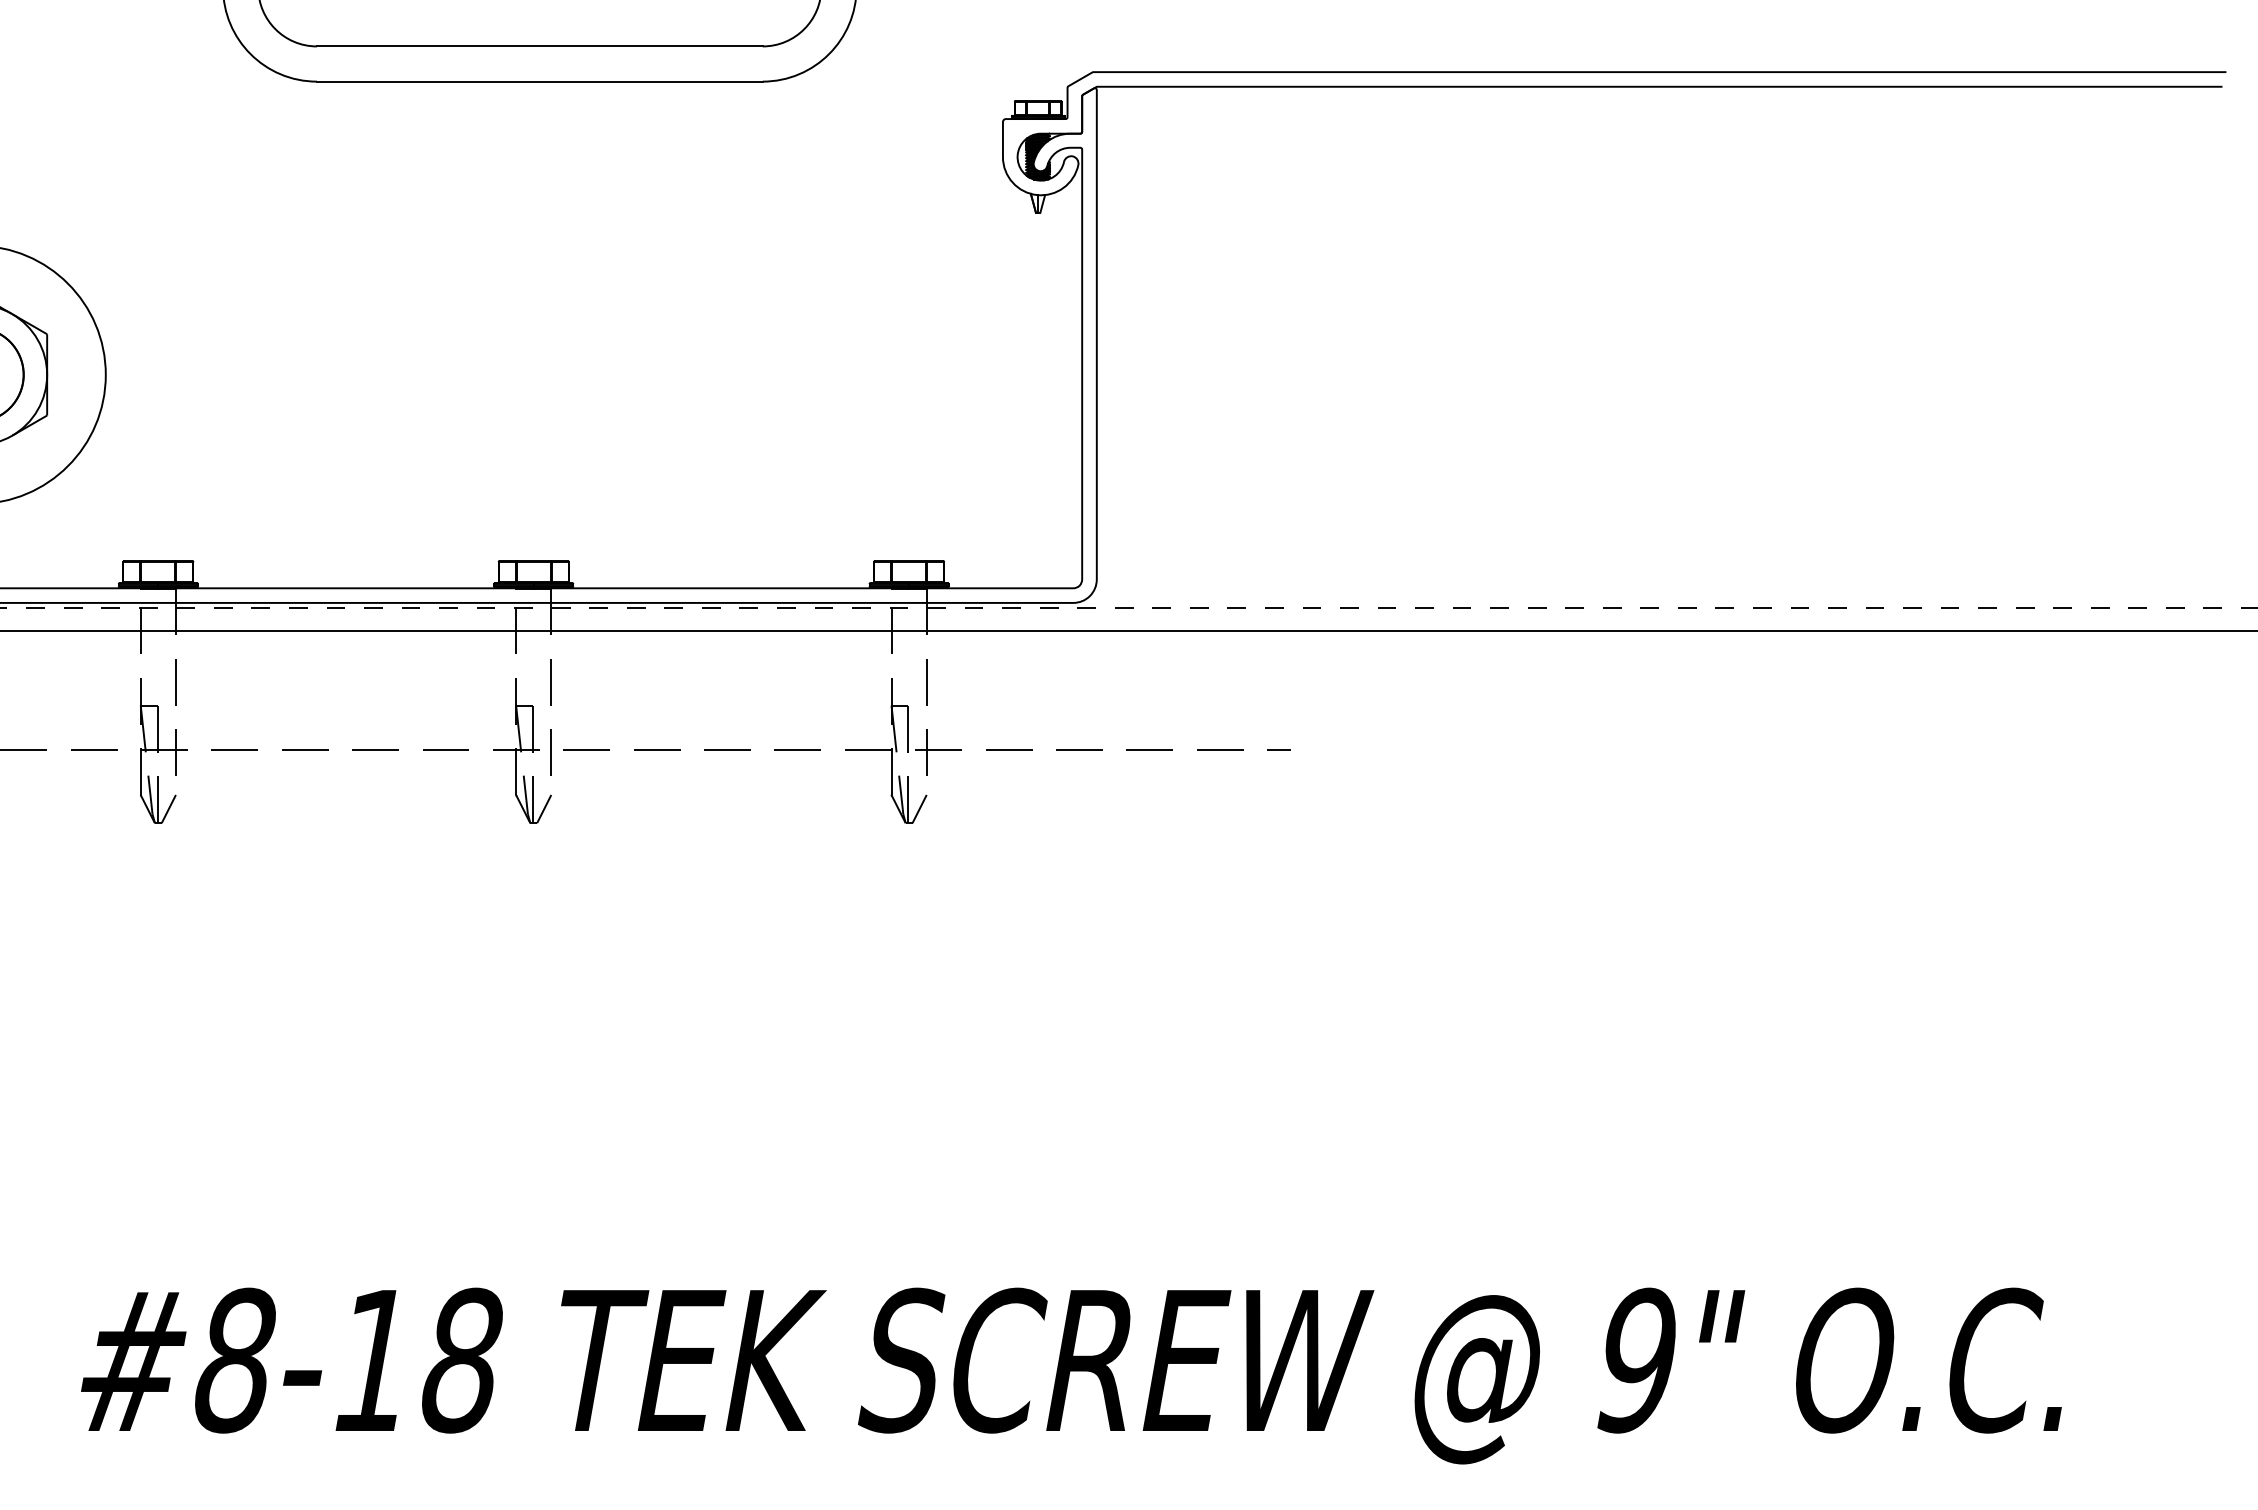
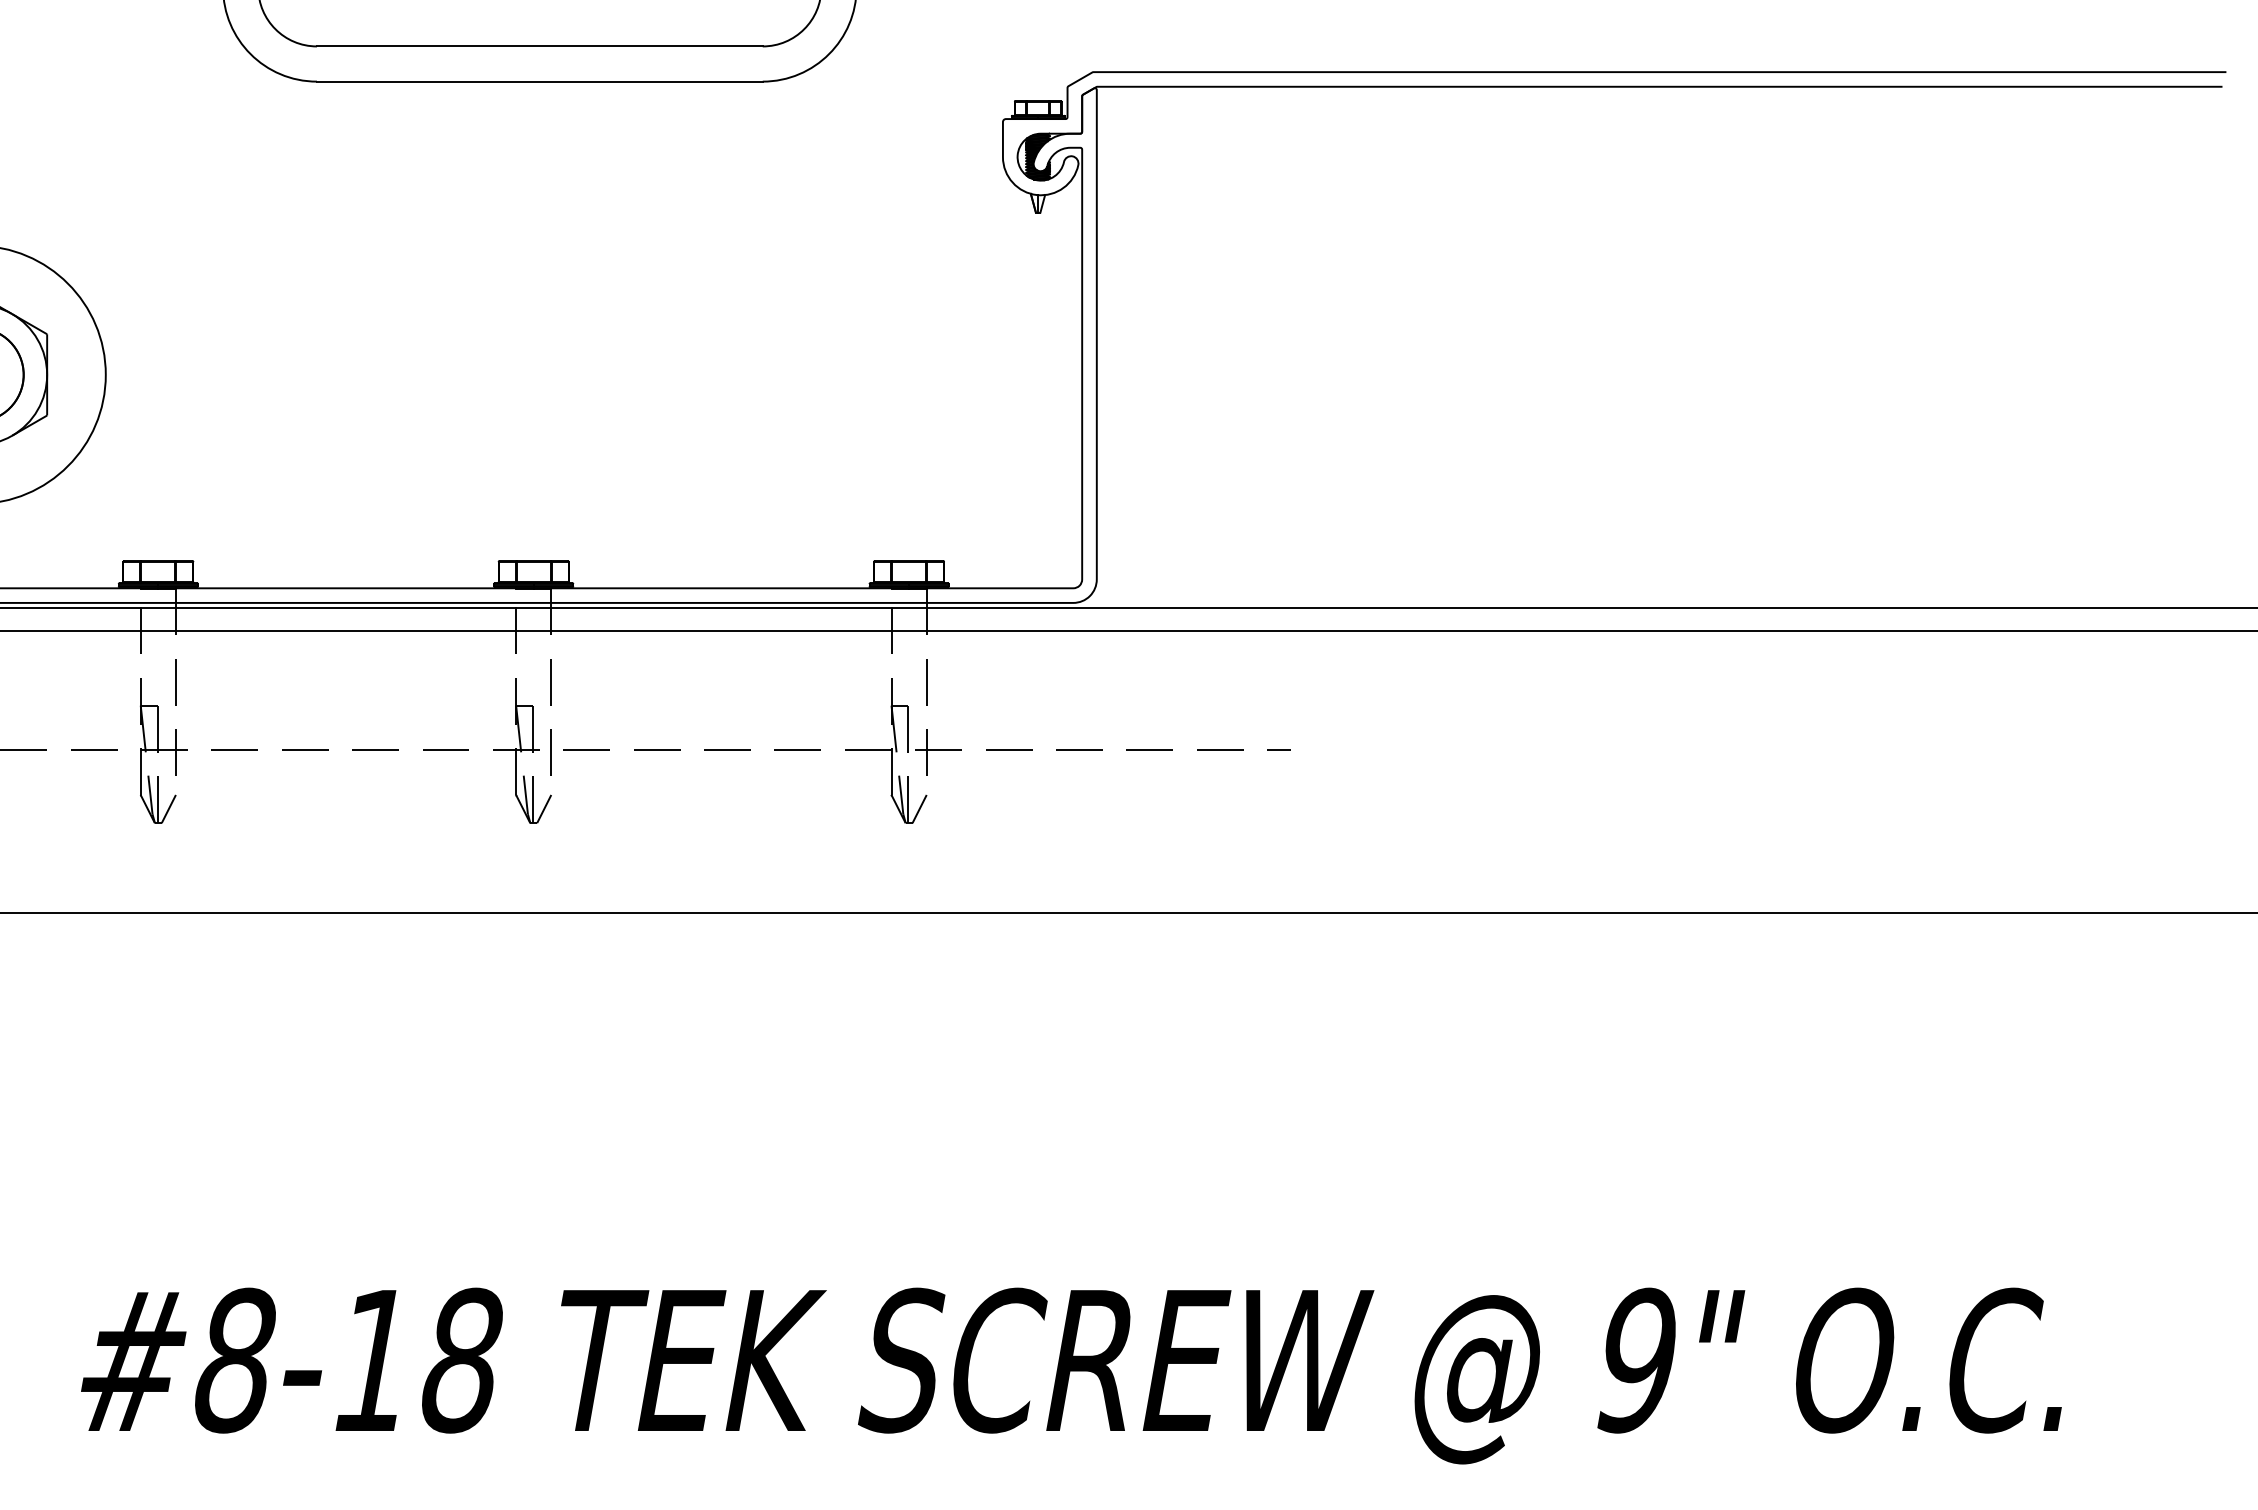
line at (1128, 607): dashed -> solid
line at (1128, 912): none -> present
